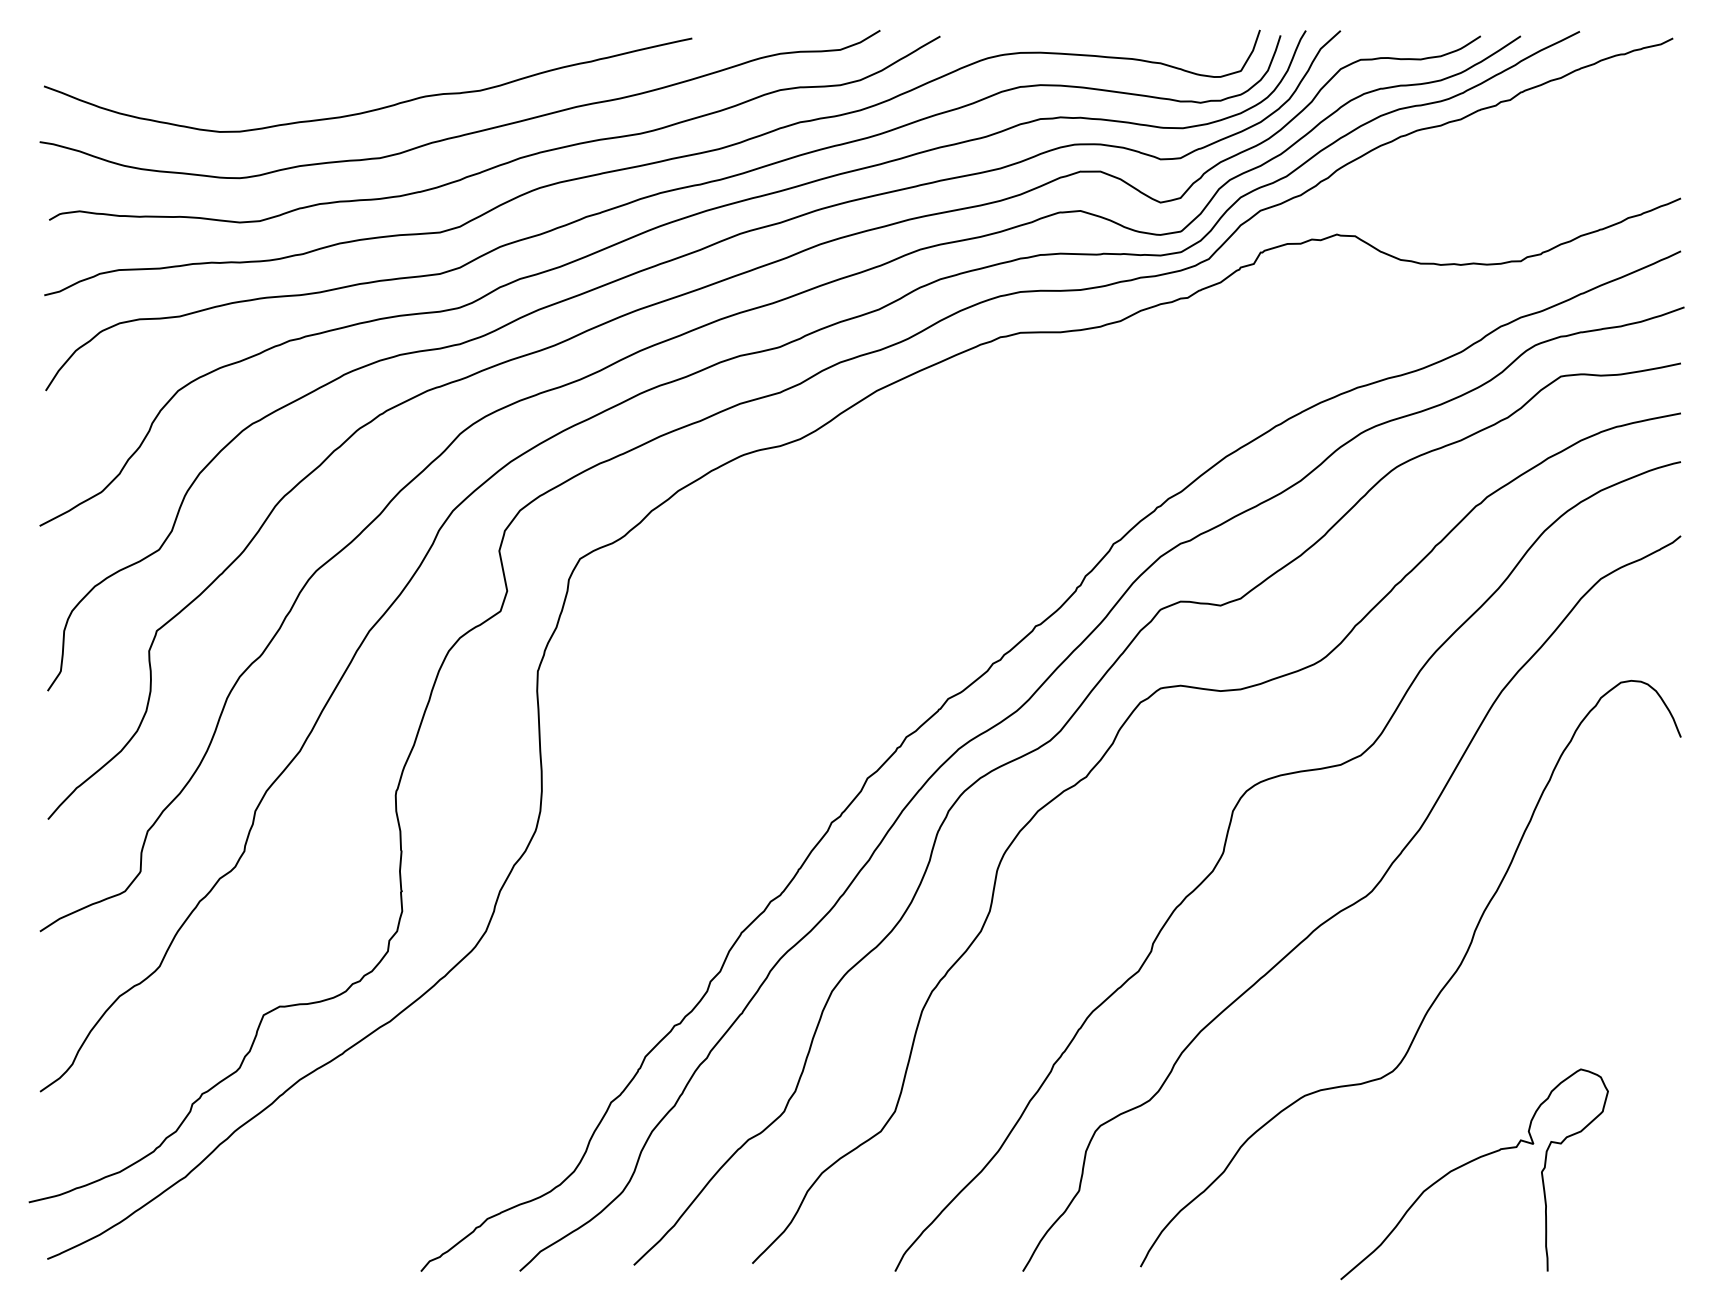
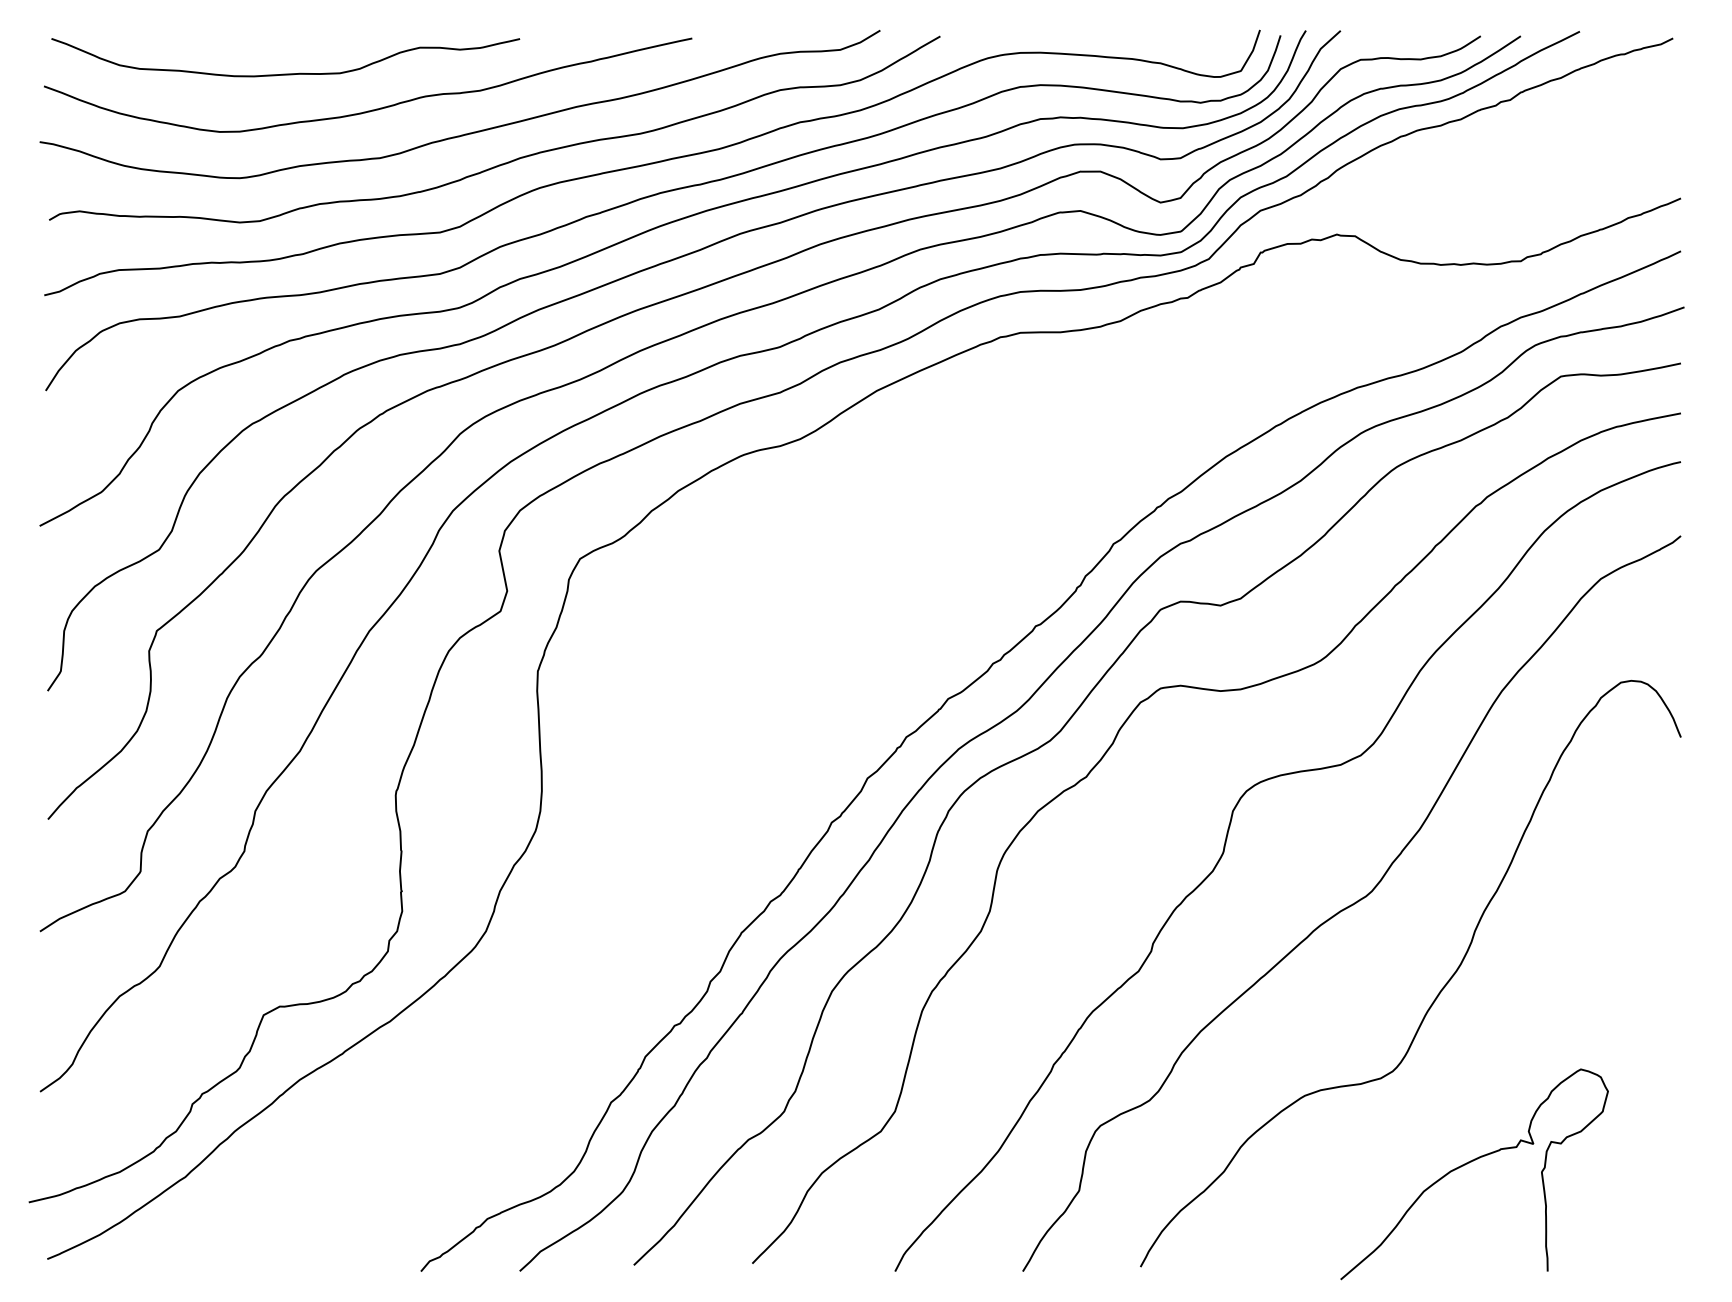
curve at (285, 73): none -> present
